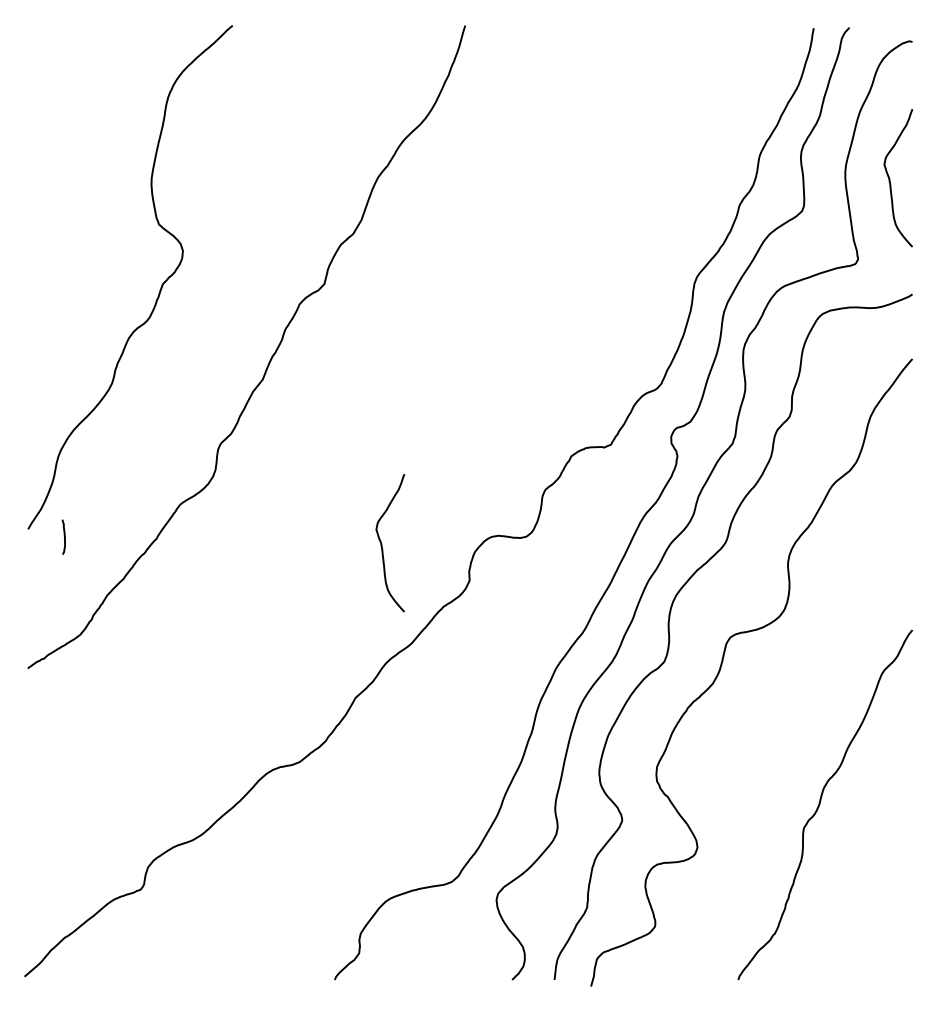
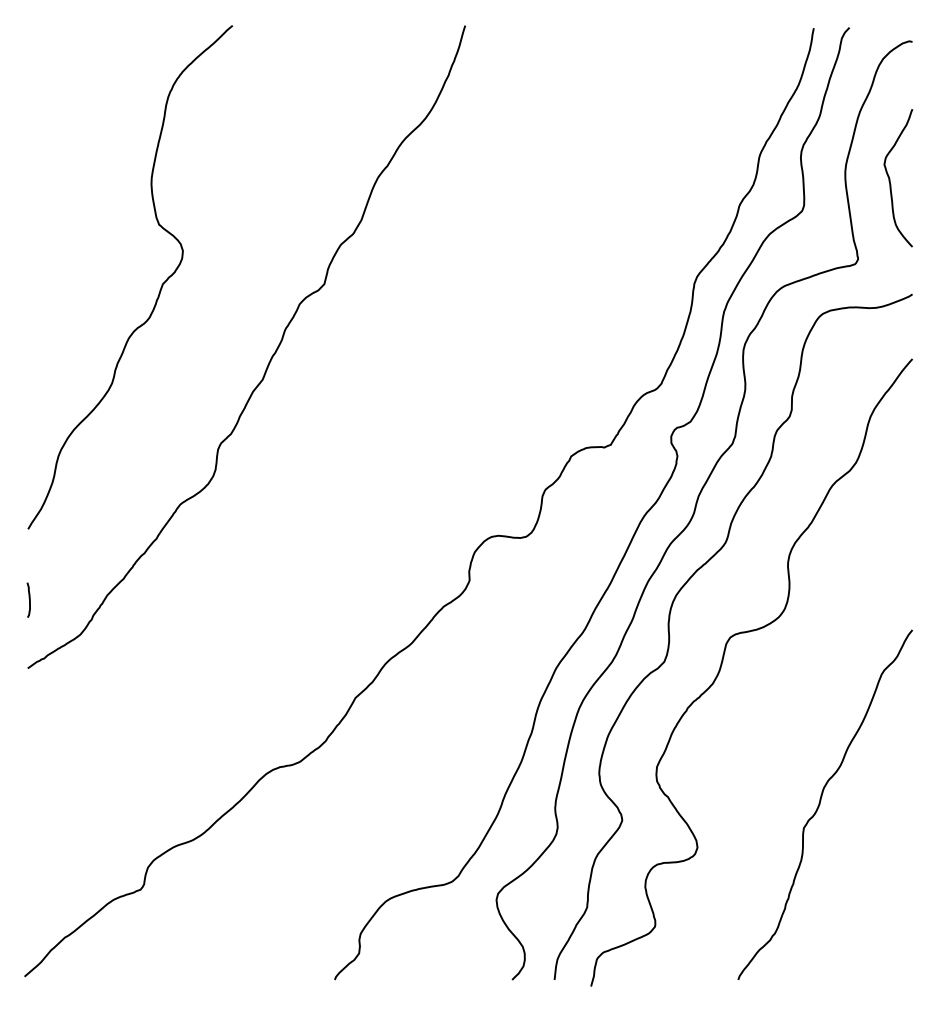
curve at (63, 535) position: (63, 535) -> (28, 598)
curve at (382, 543): present -> none
